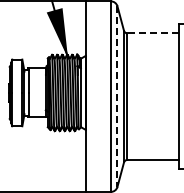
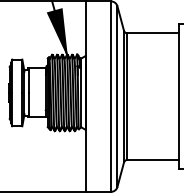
line at (152, 33): dashed -> solid
line at (117, 97): dashed -> solid
